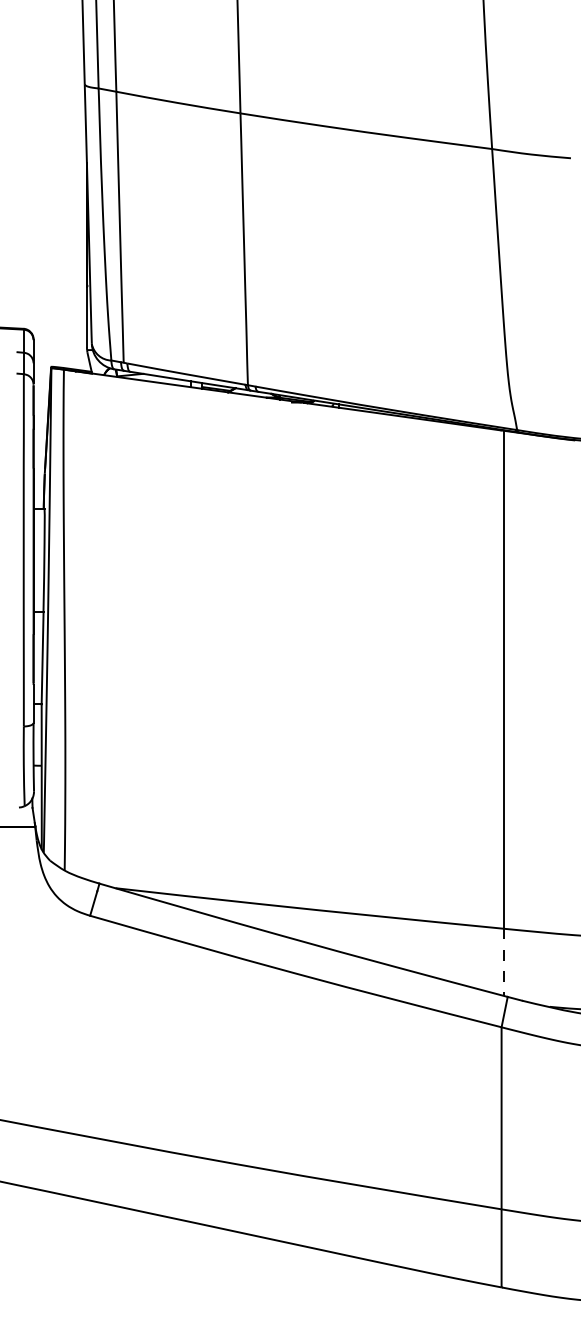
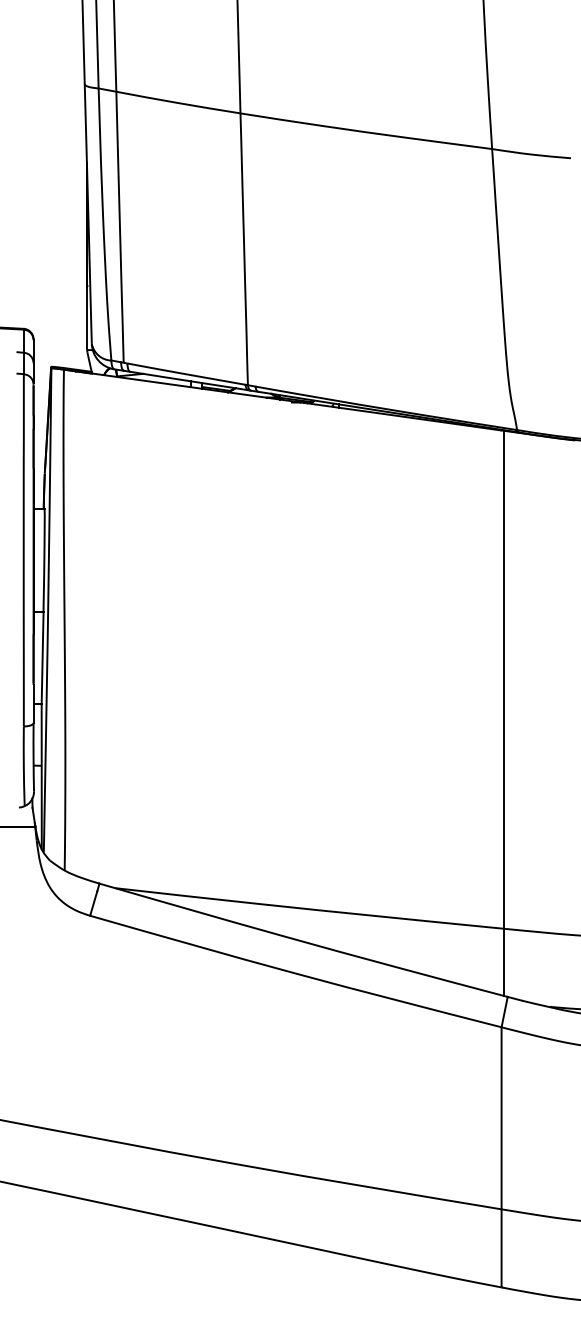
line at (503, 962): dashed -> solid
